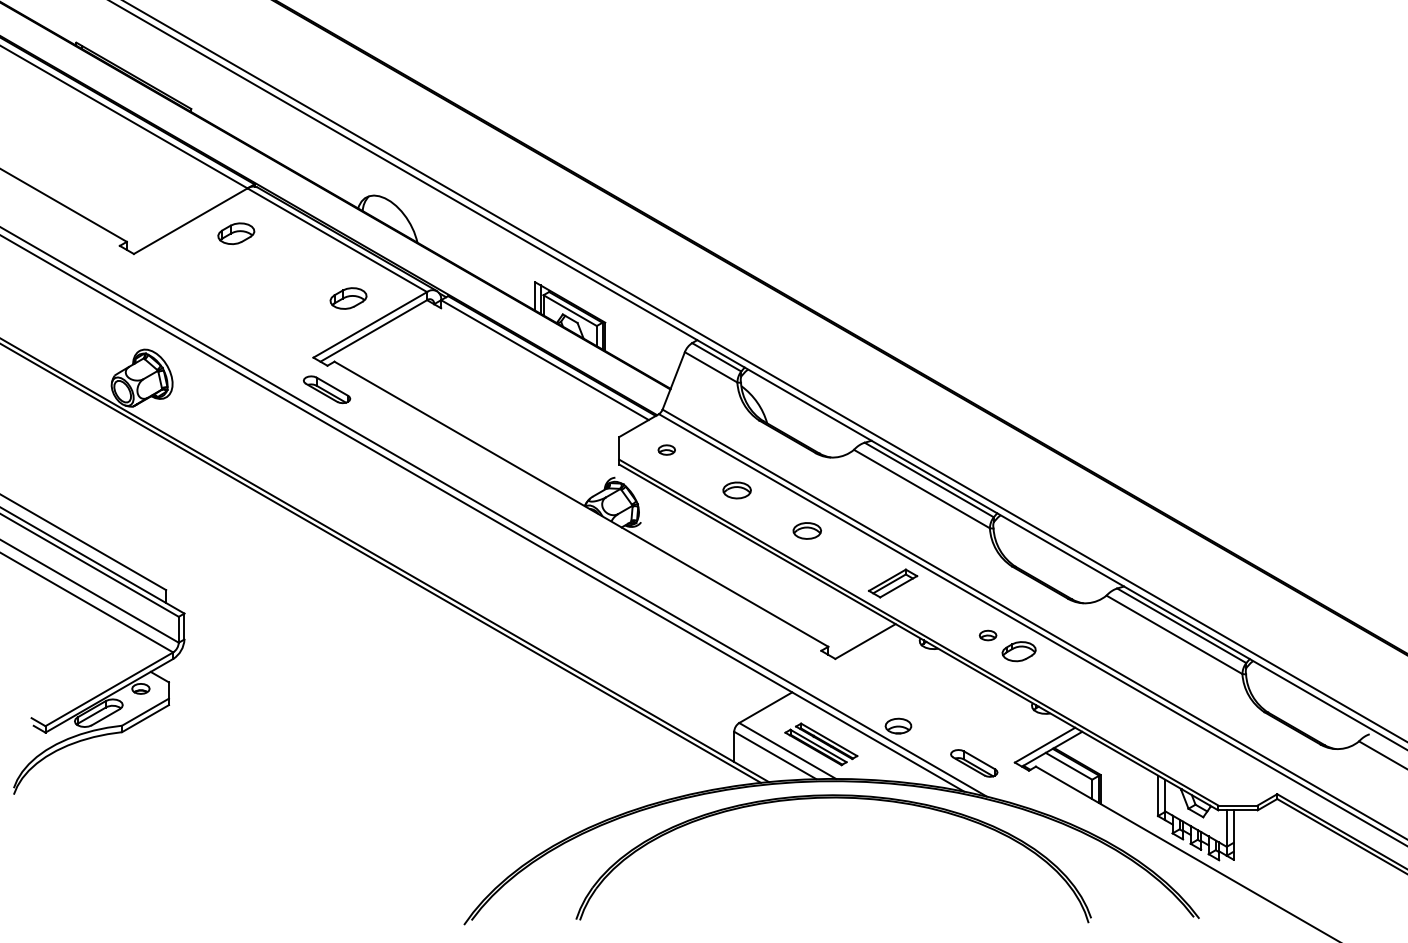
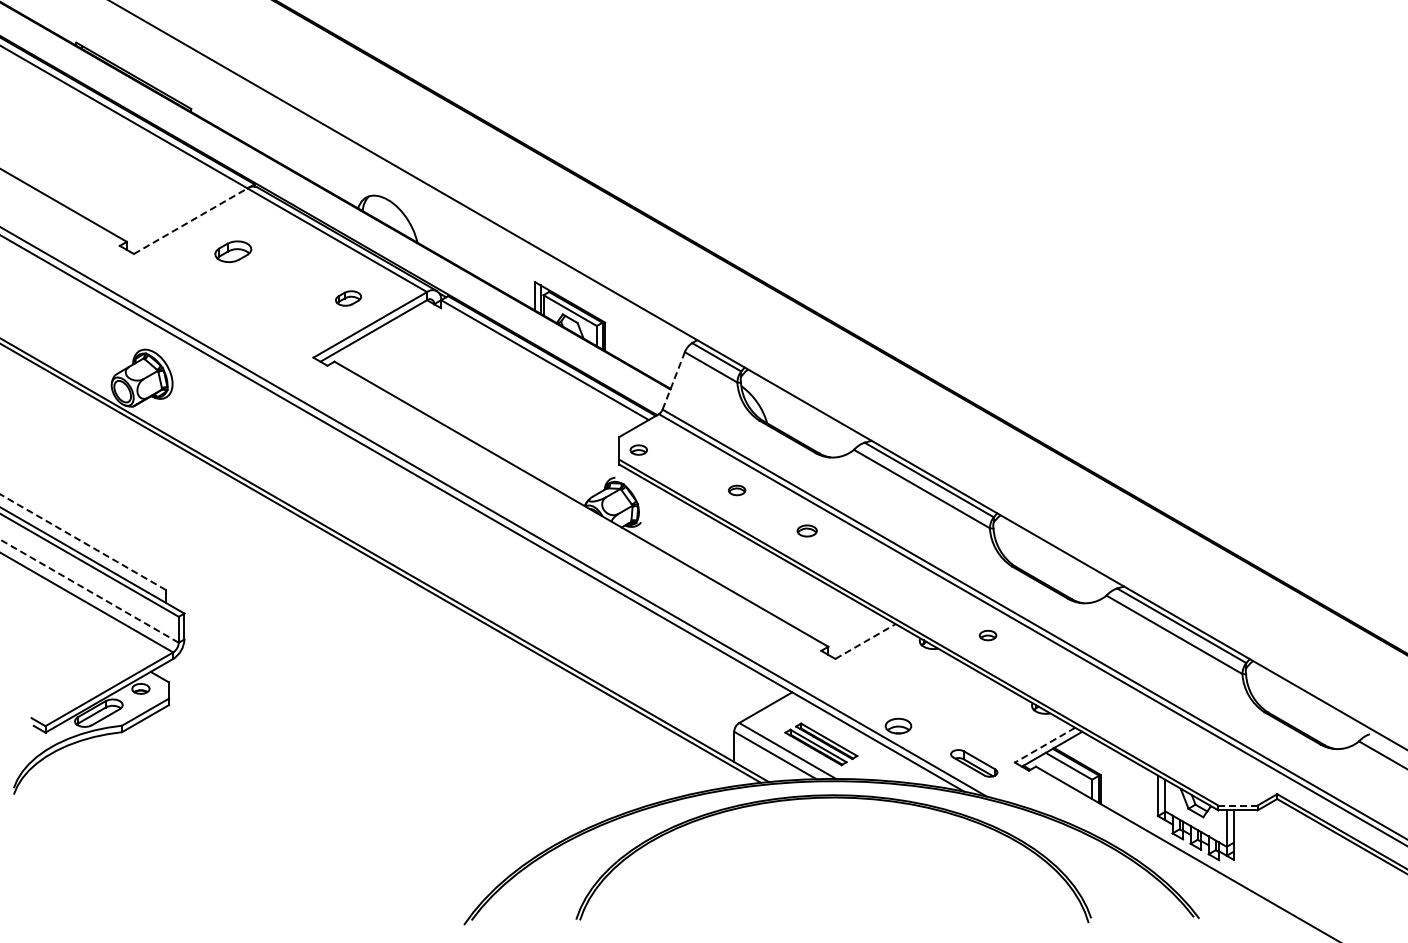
line at (190, 221): solid -> dashed
part at (236, 233) position: (236, 233) -> (233, 251)
part at (348, 298) size: 39x23 px -> 27x17 px
line at (764, 371): present -> none
line at (673, 380): solid -> dashed
part at (327, 389): present -> none
part at (666, 449) position: (666, 449) -> (638, 449)
part at (736, 490) size: 30x19 px -> 19x13 px
part at (806, 530) size: 30x18 px -> 22x14 px
line at (83, 542): solid -> dashed
part at (893, 583): present -> none
line at (89, 591): solid -> dashed
line at (865, 641): solid -> dashed
part at (1018, 651): present -> none
line at (1045, 745): solid -> dashed
line at (1238, 805): solid -> dashed
